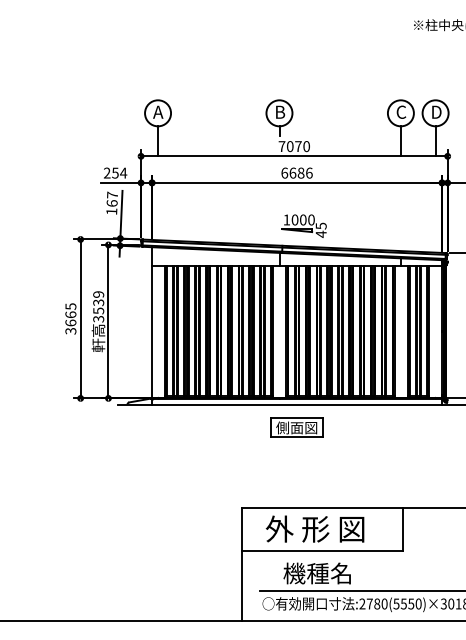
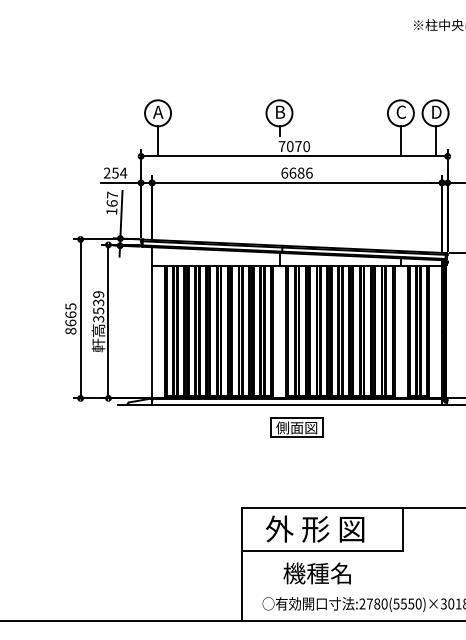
part at (303, 225): present -> none
text at (70, 330): 3665 -> 8665
line at (360, 590): present -> none
